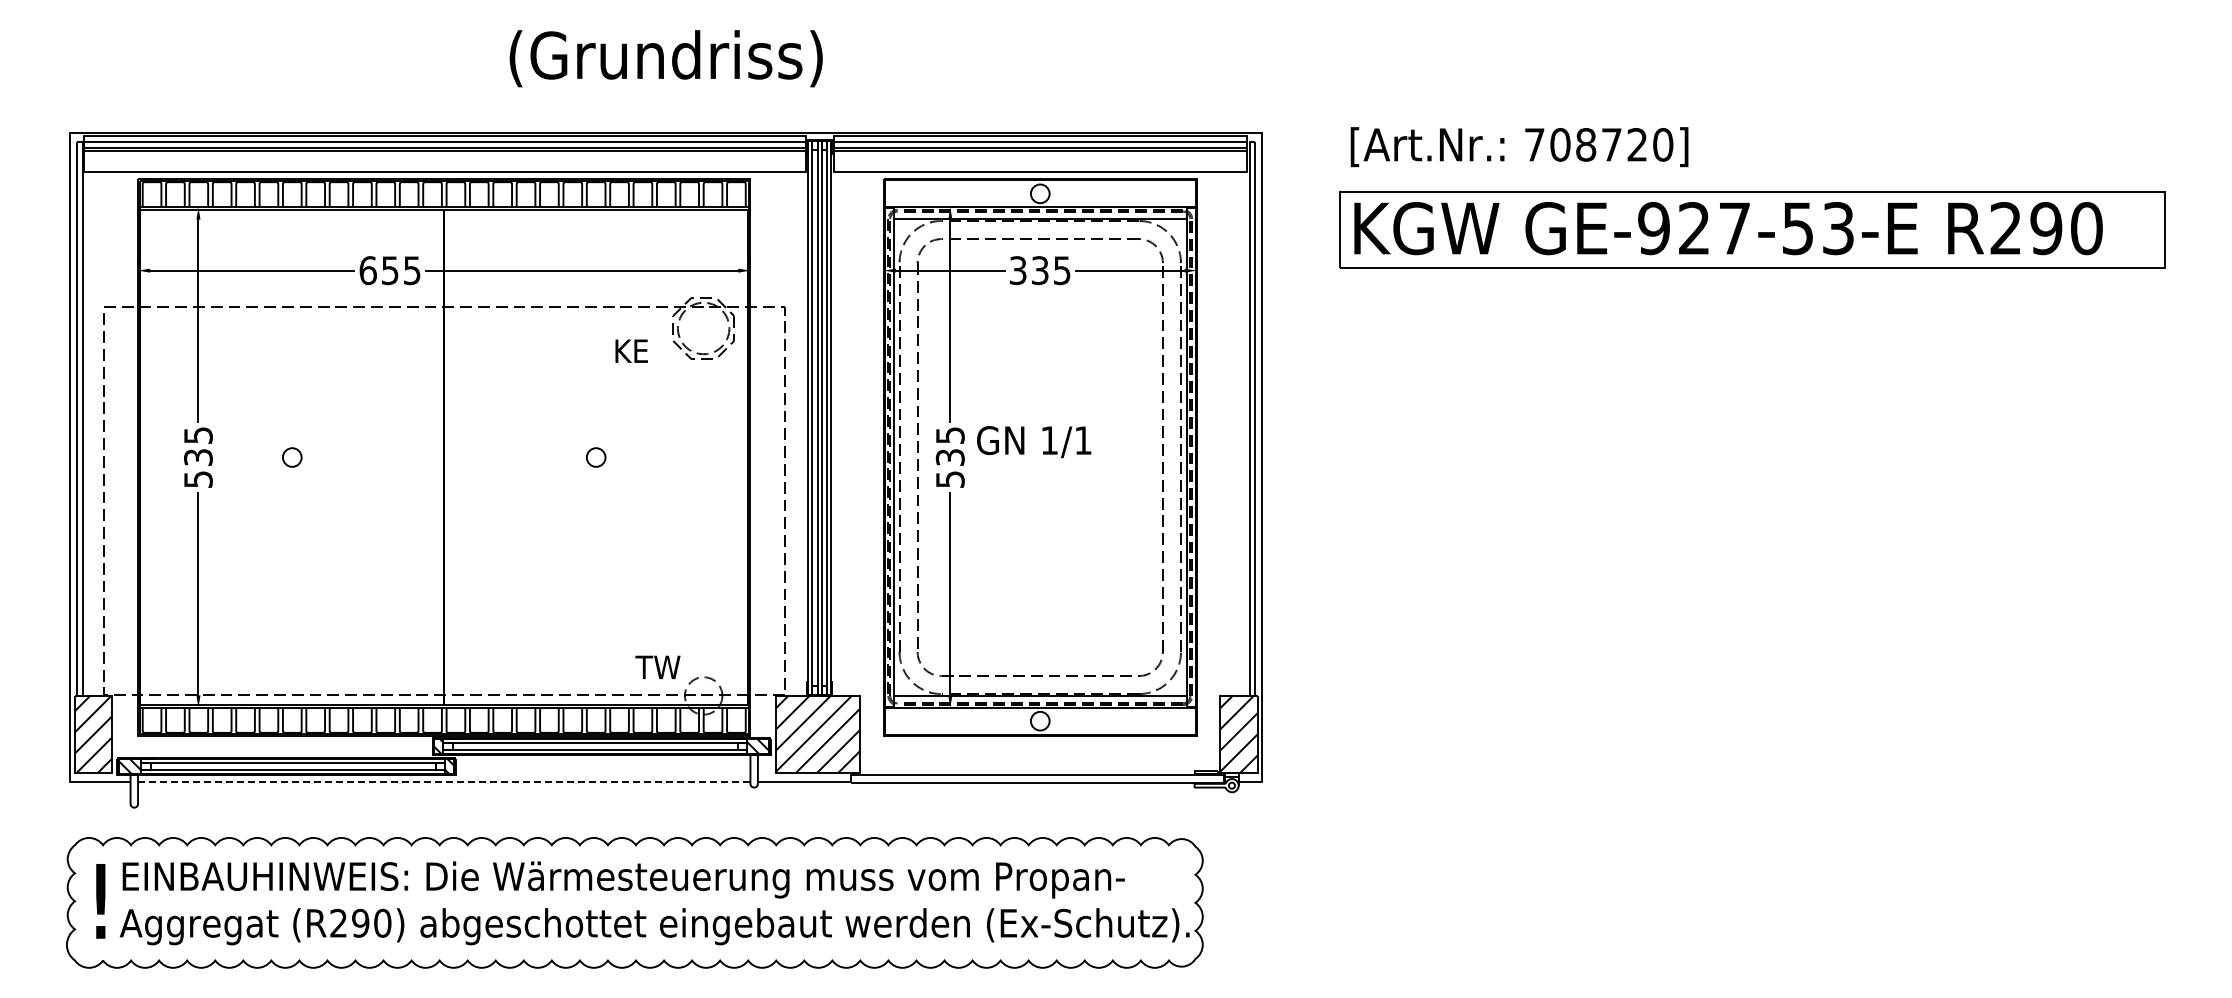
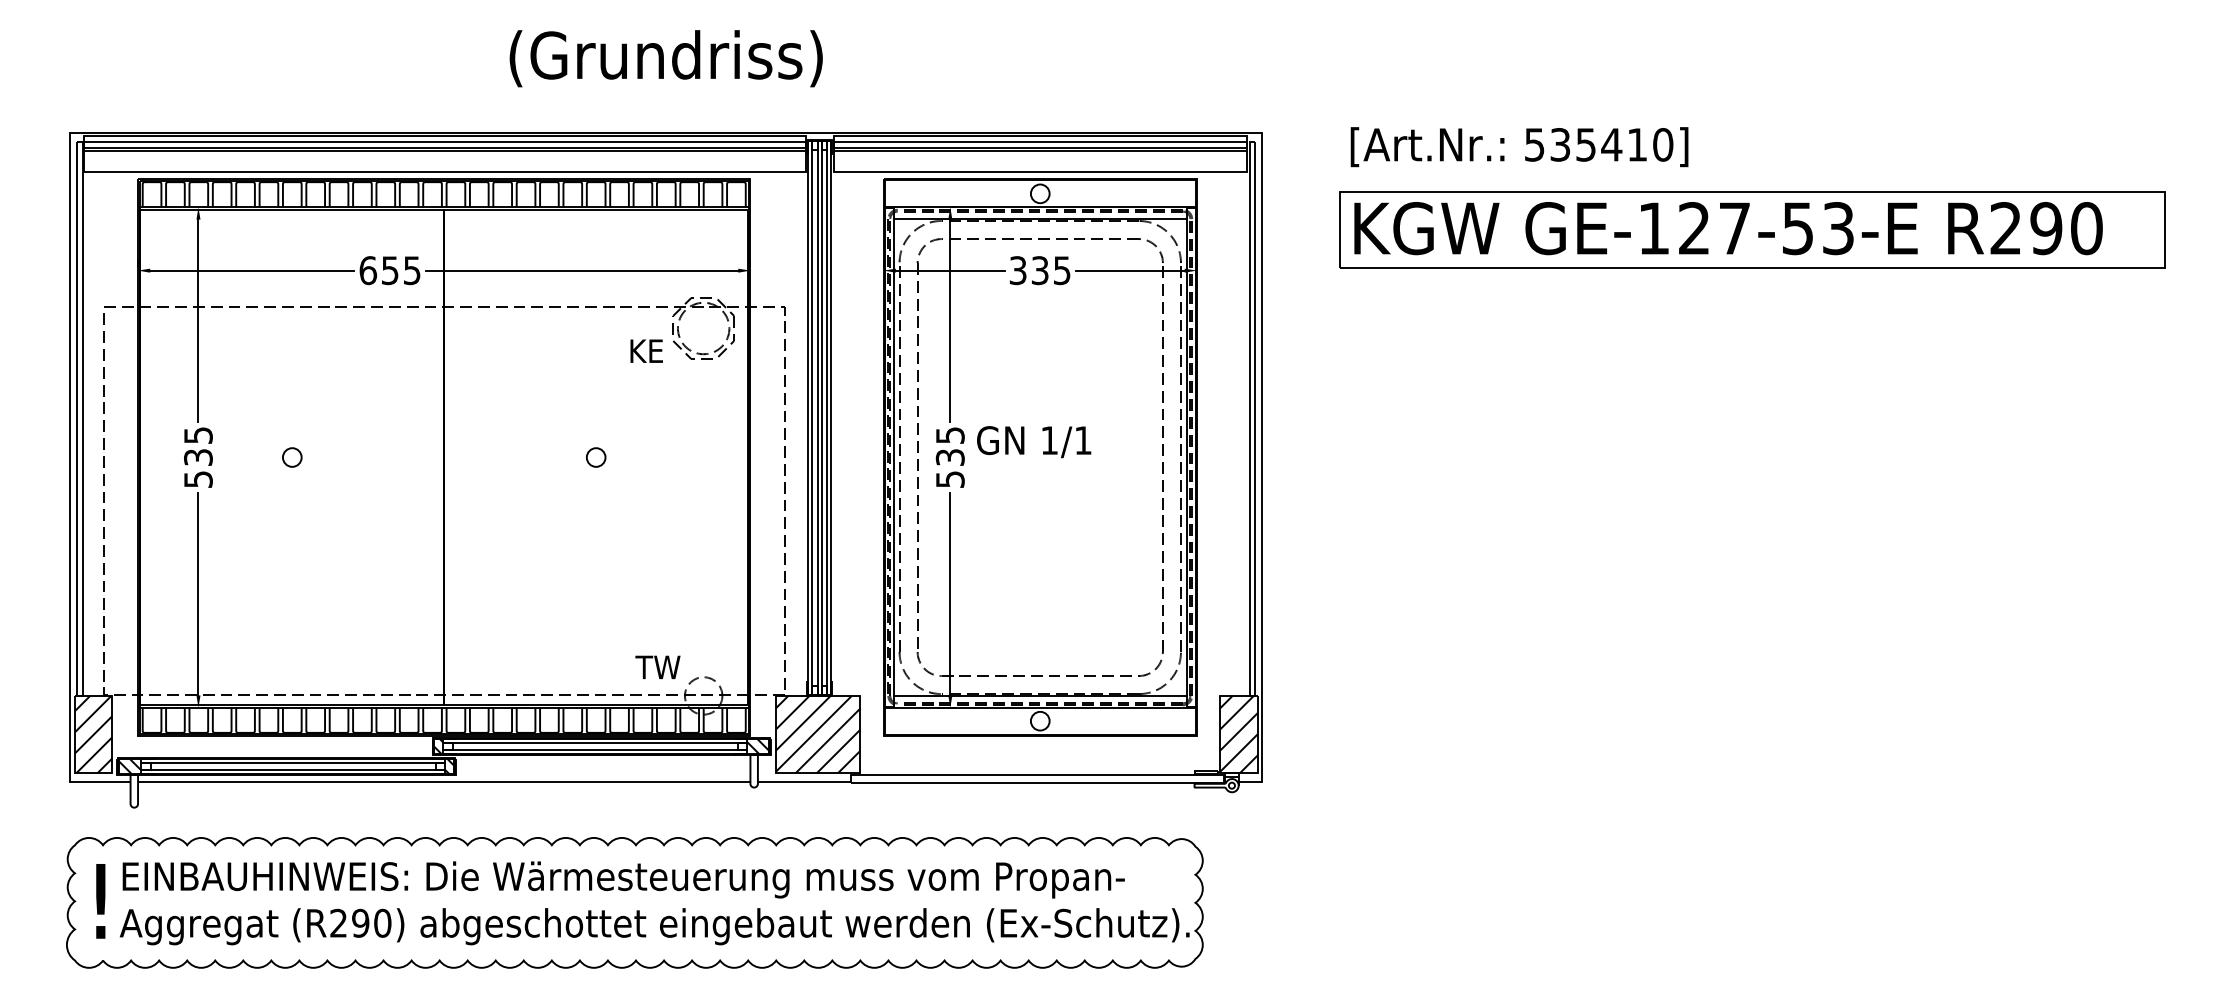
text at (1585, 144): 708720] -> 535410]
text at (1653, 228): GE-927-53-E -> GE-127-53-E
text at (631, 350) position: (631, 350) -> (646, 350)
line at (443, 782): dashed -> solid
